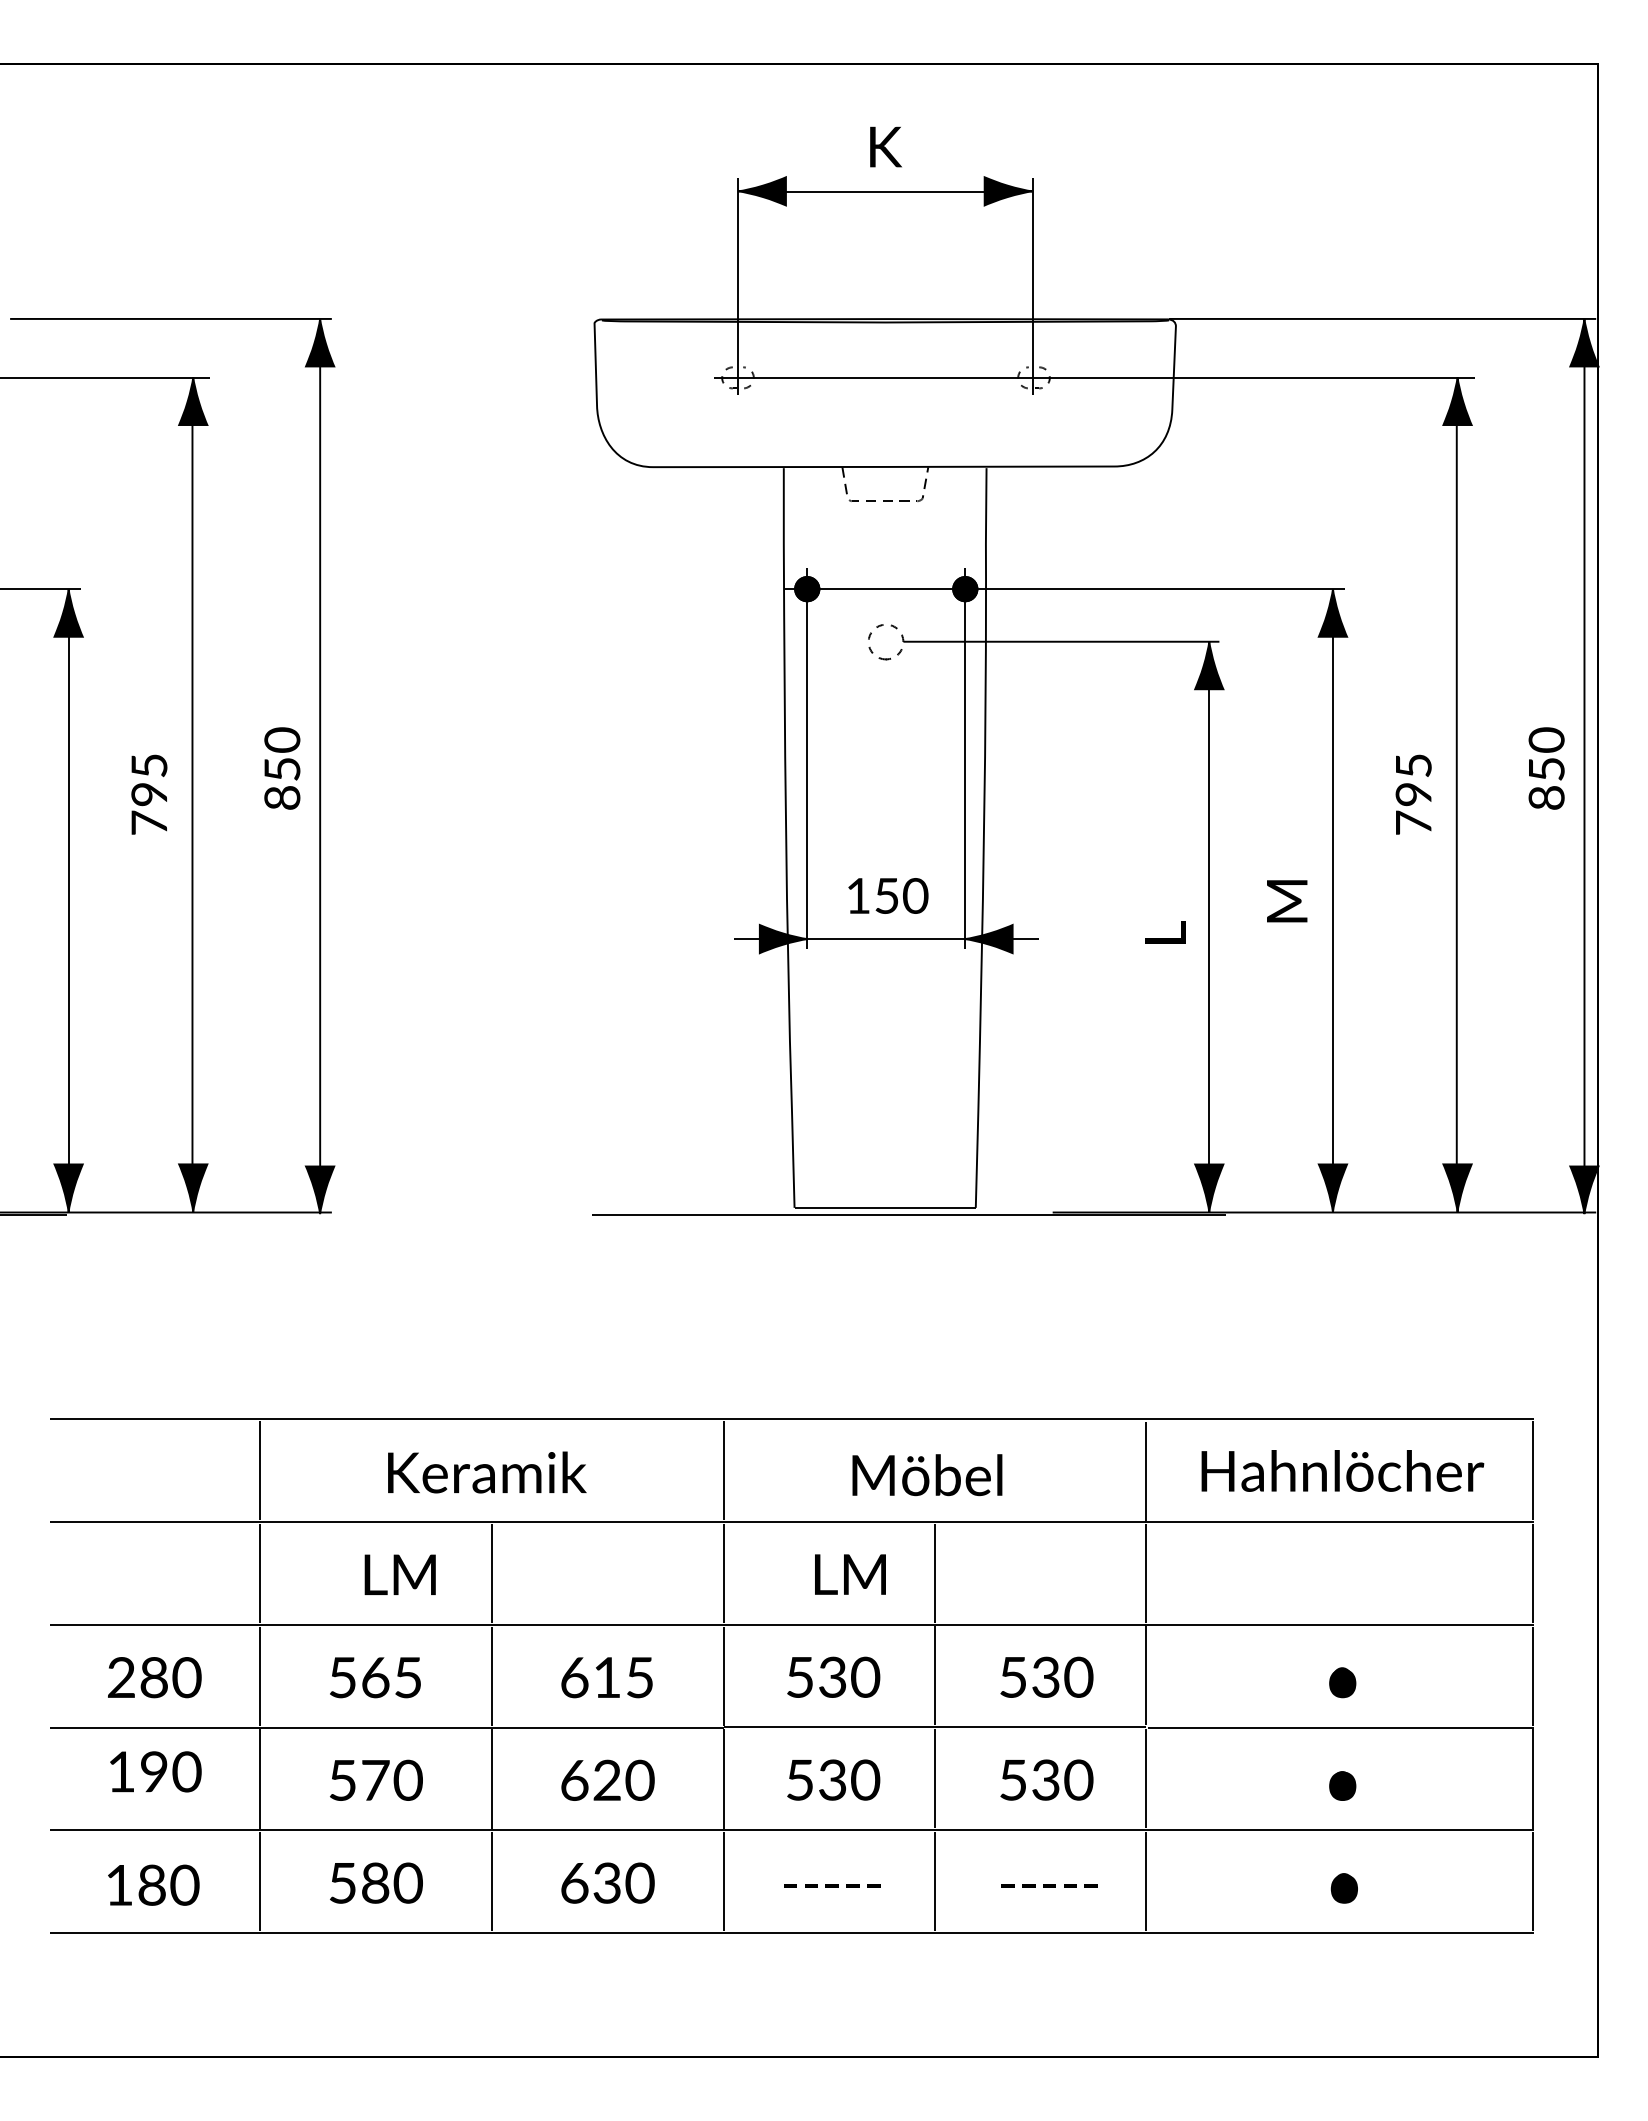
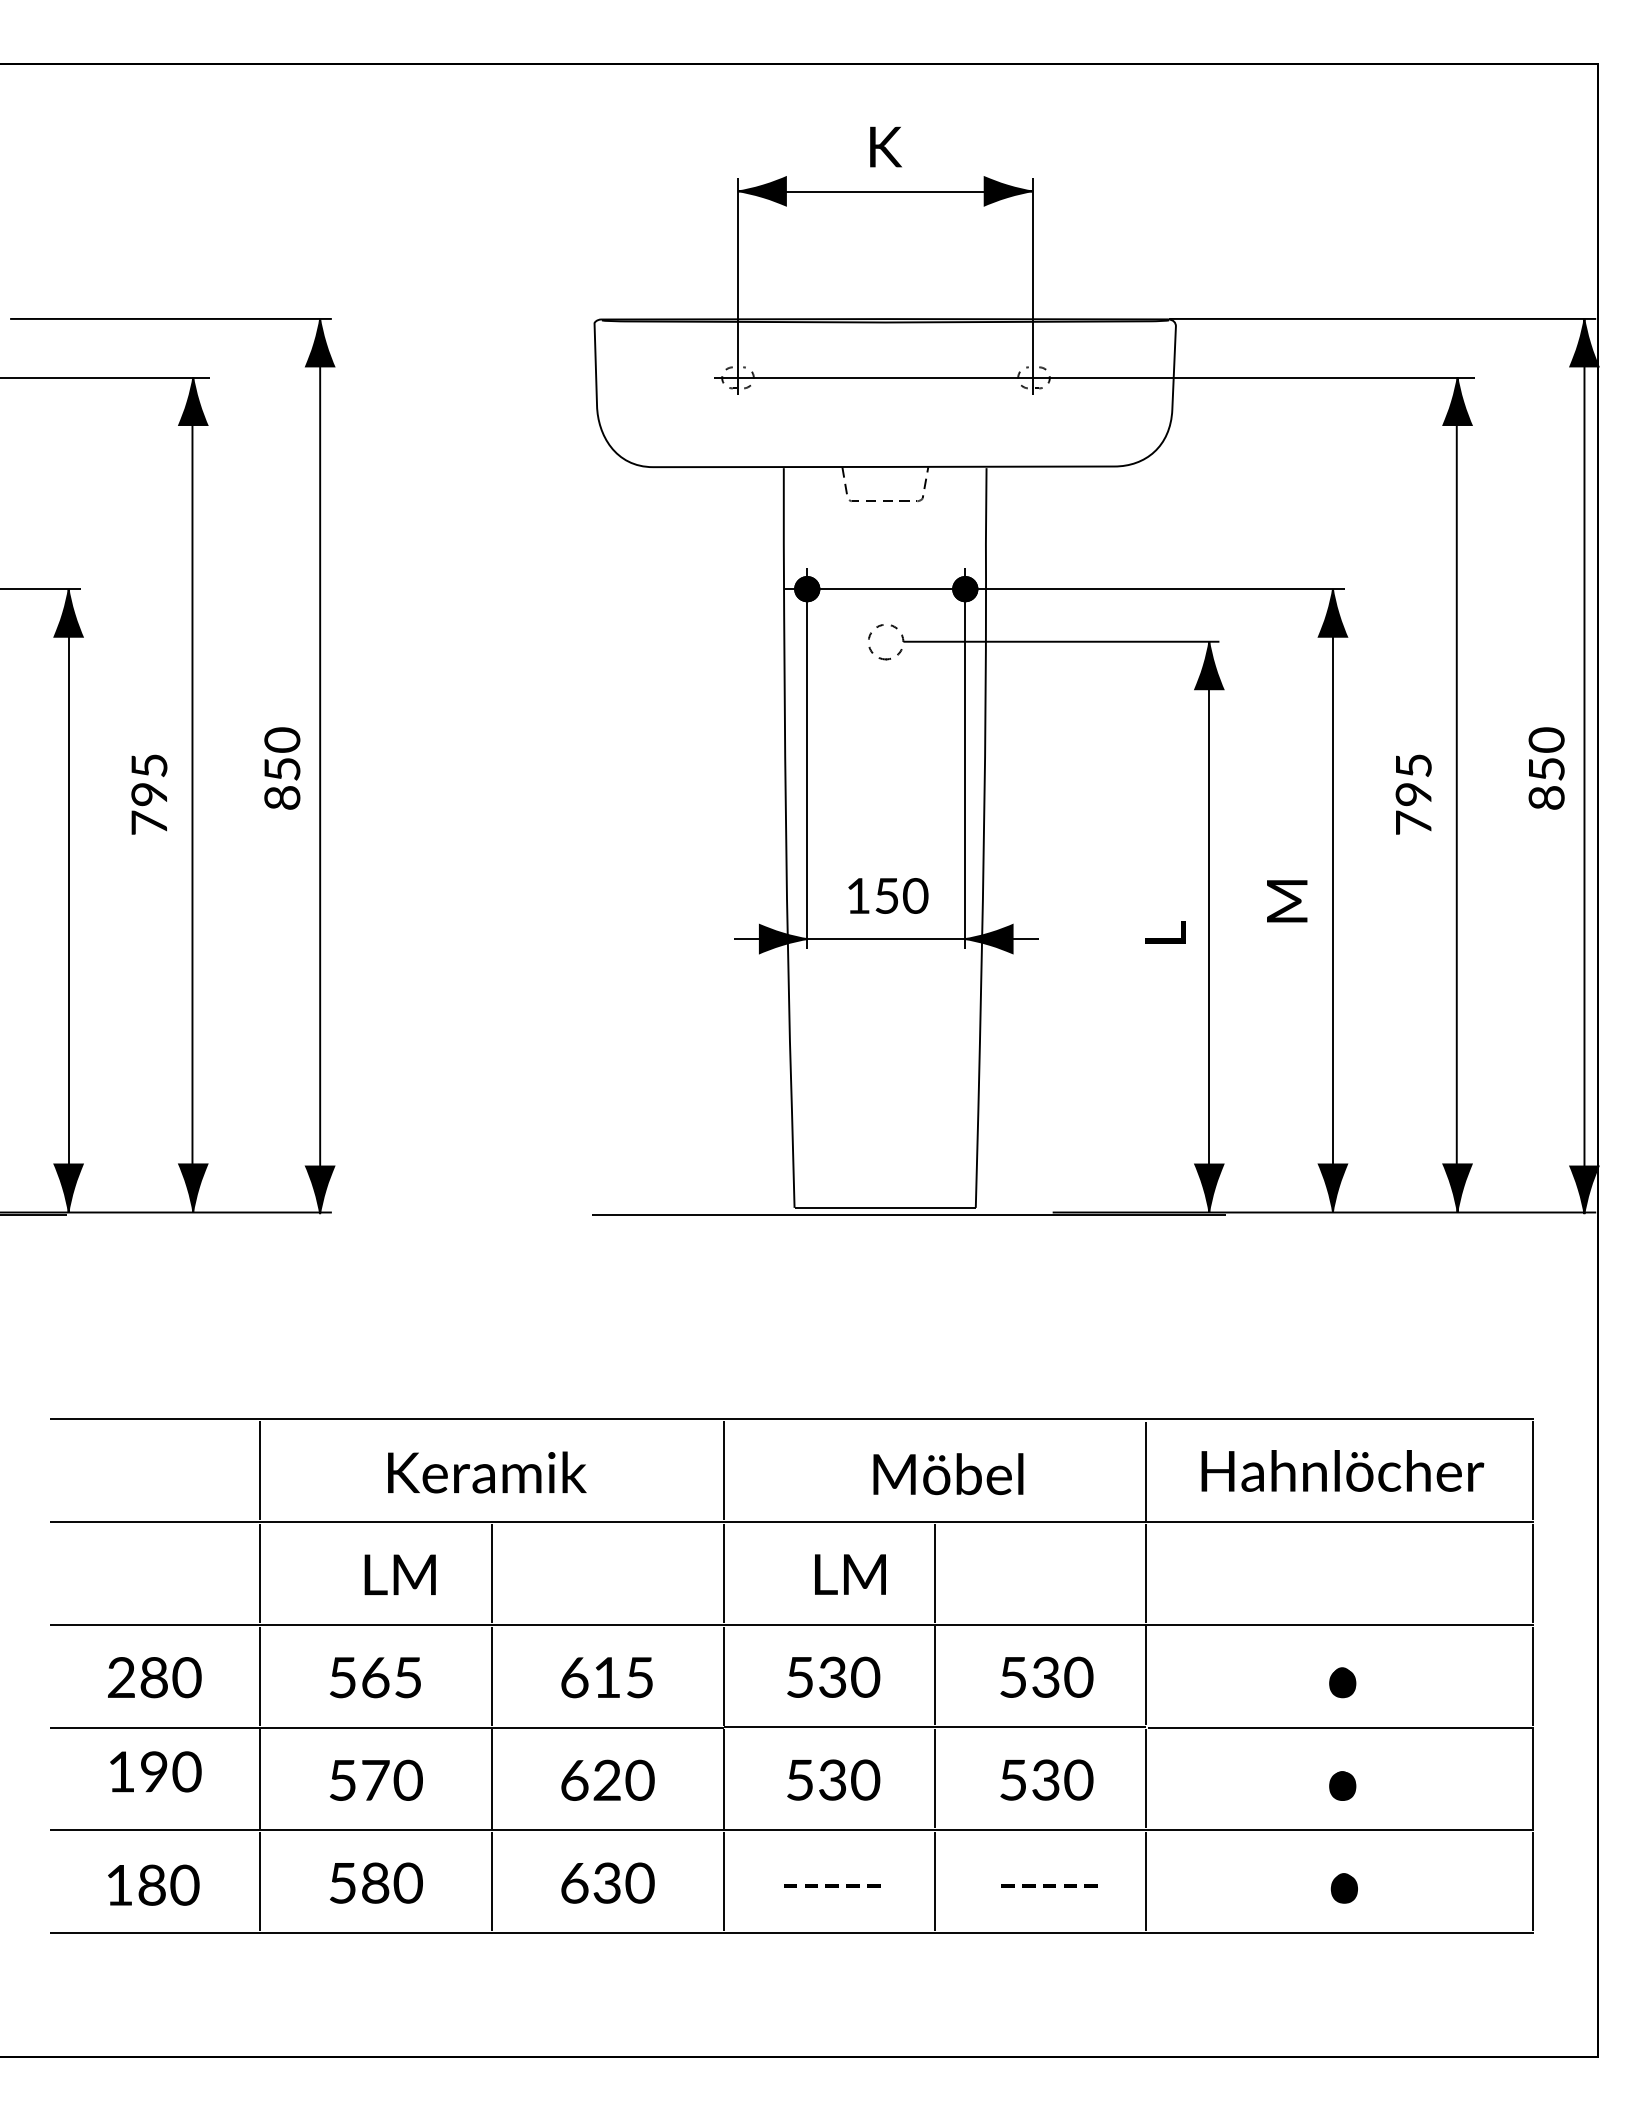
text at (927, 1475) position: (927, 1475) -> (948, 1474)
